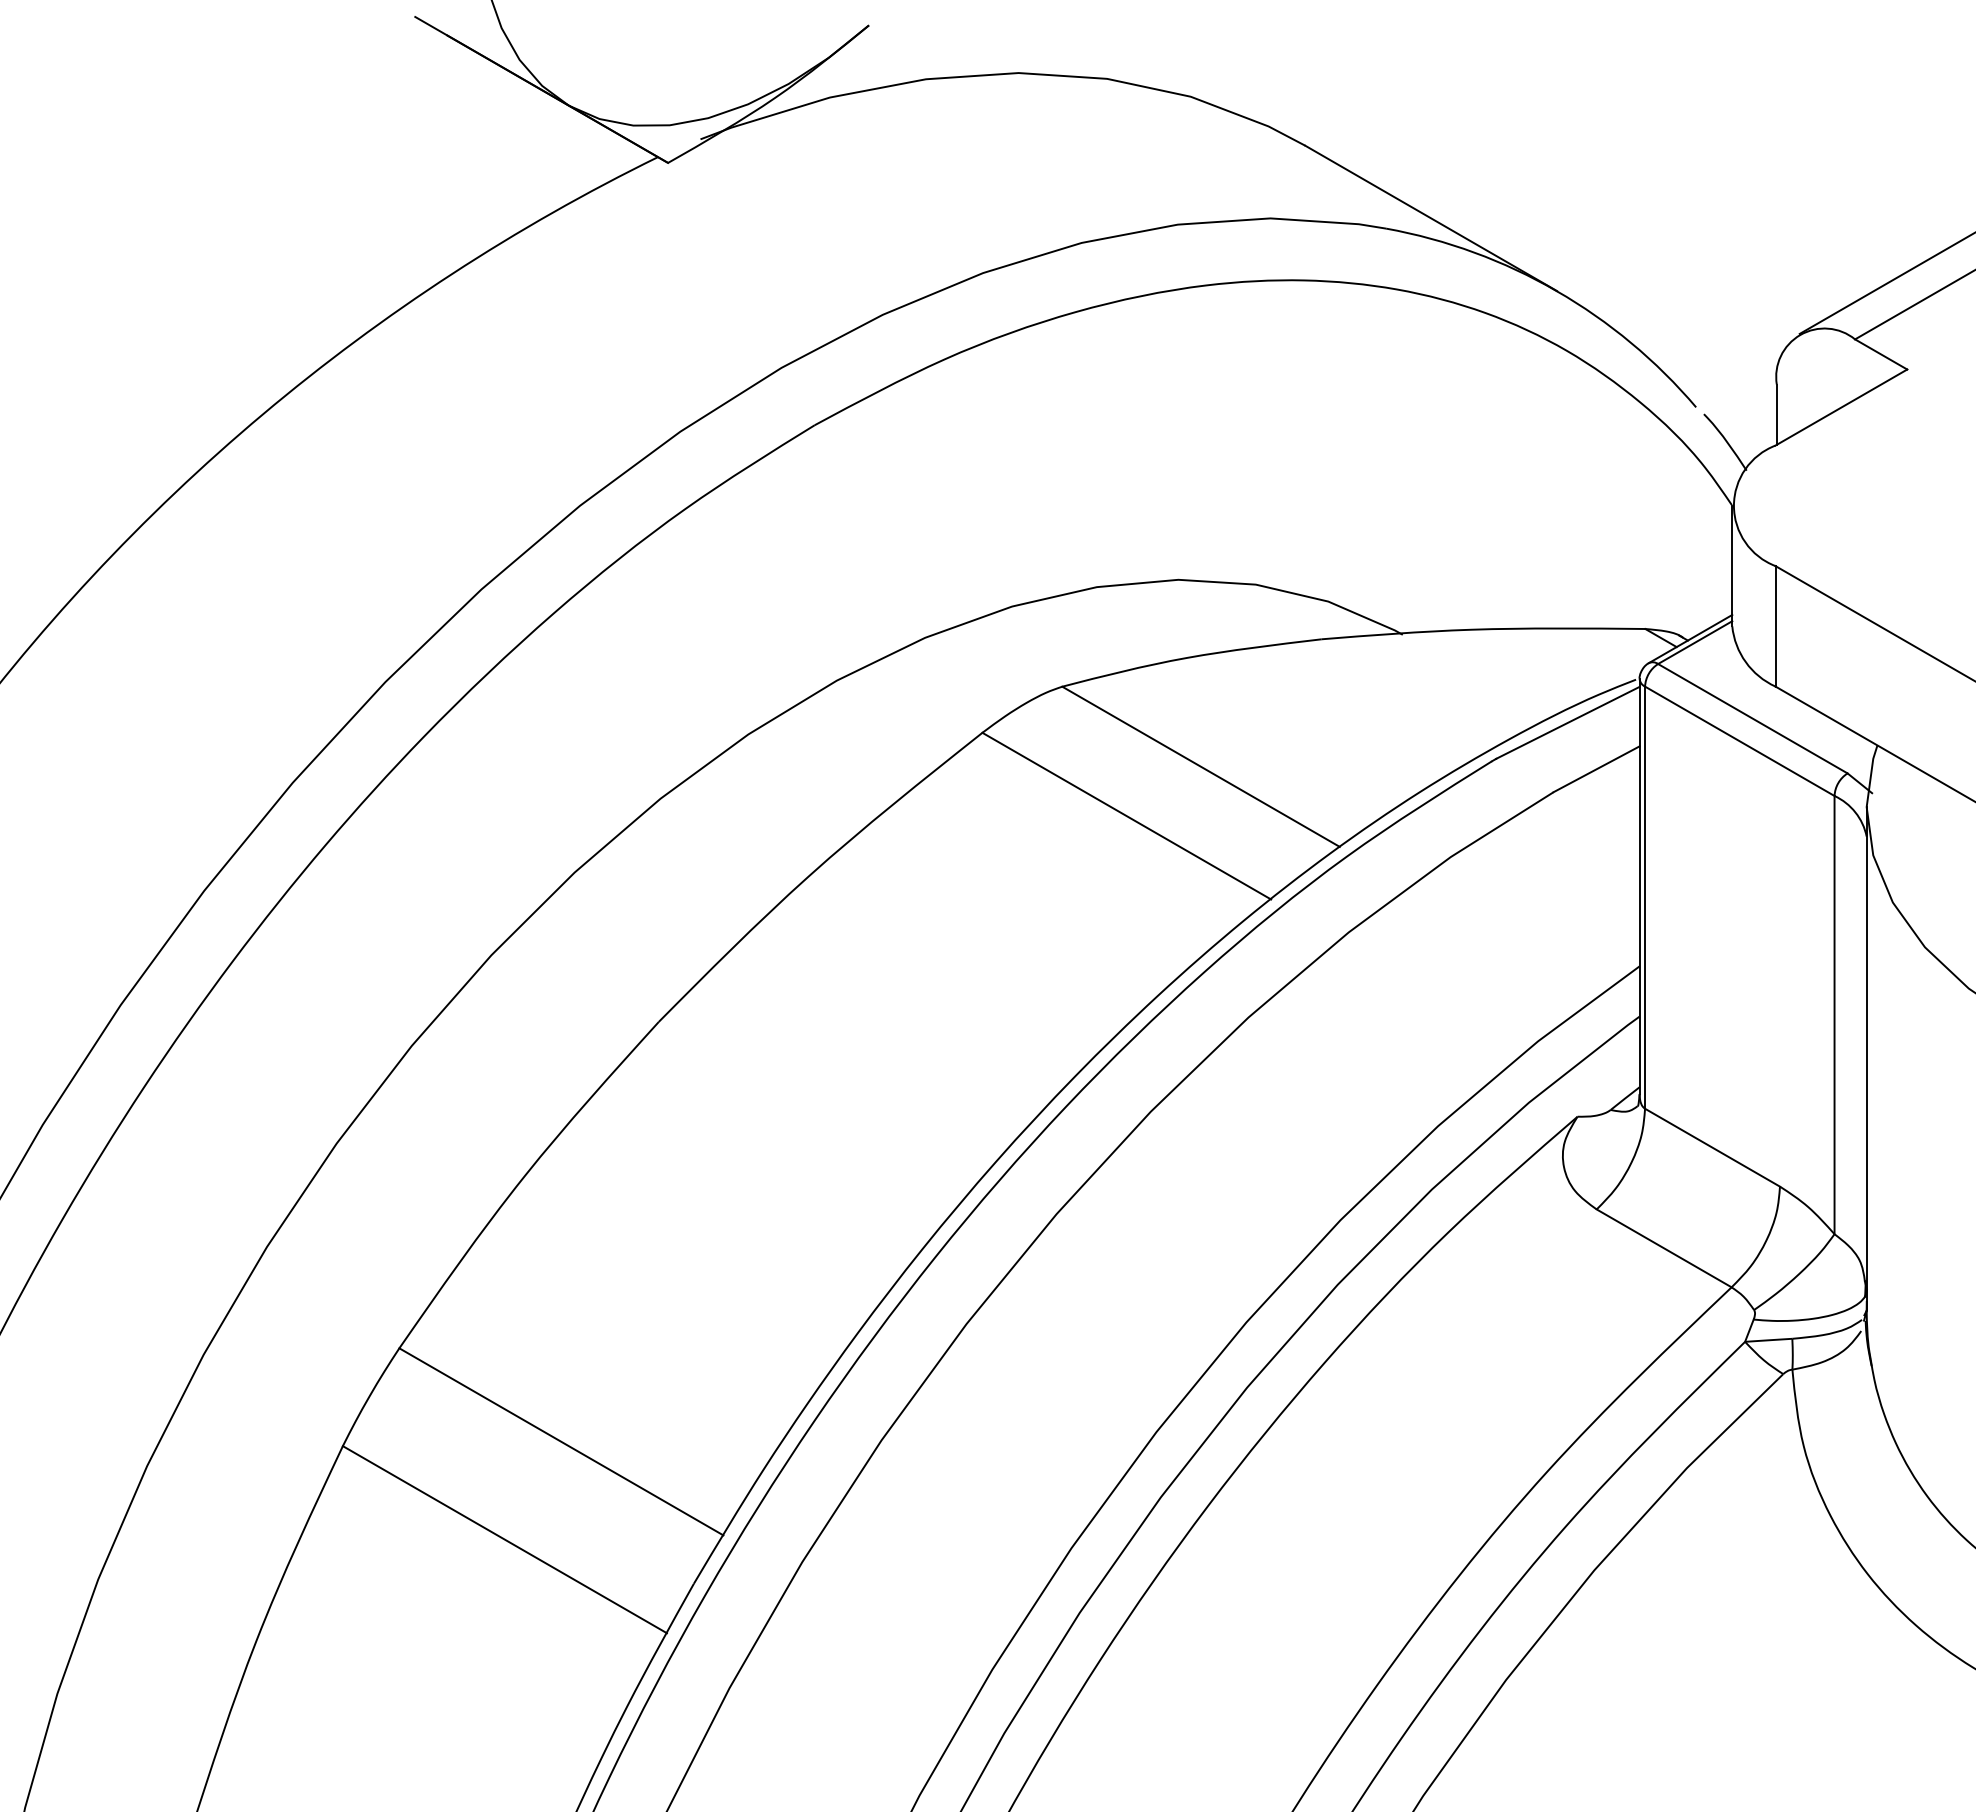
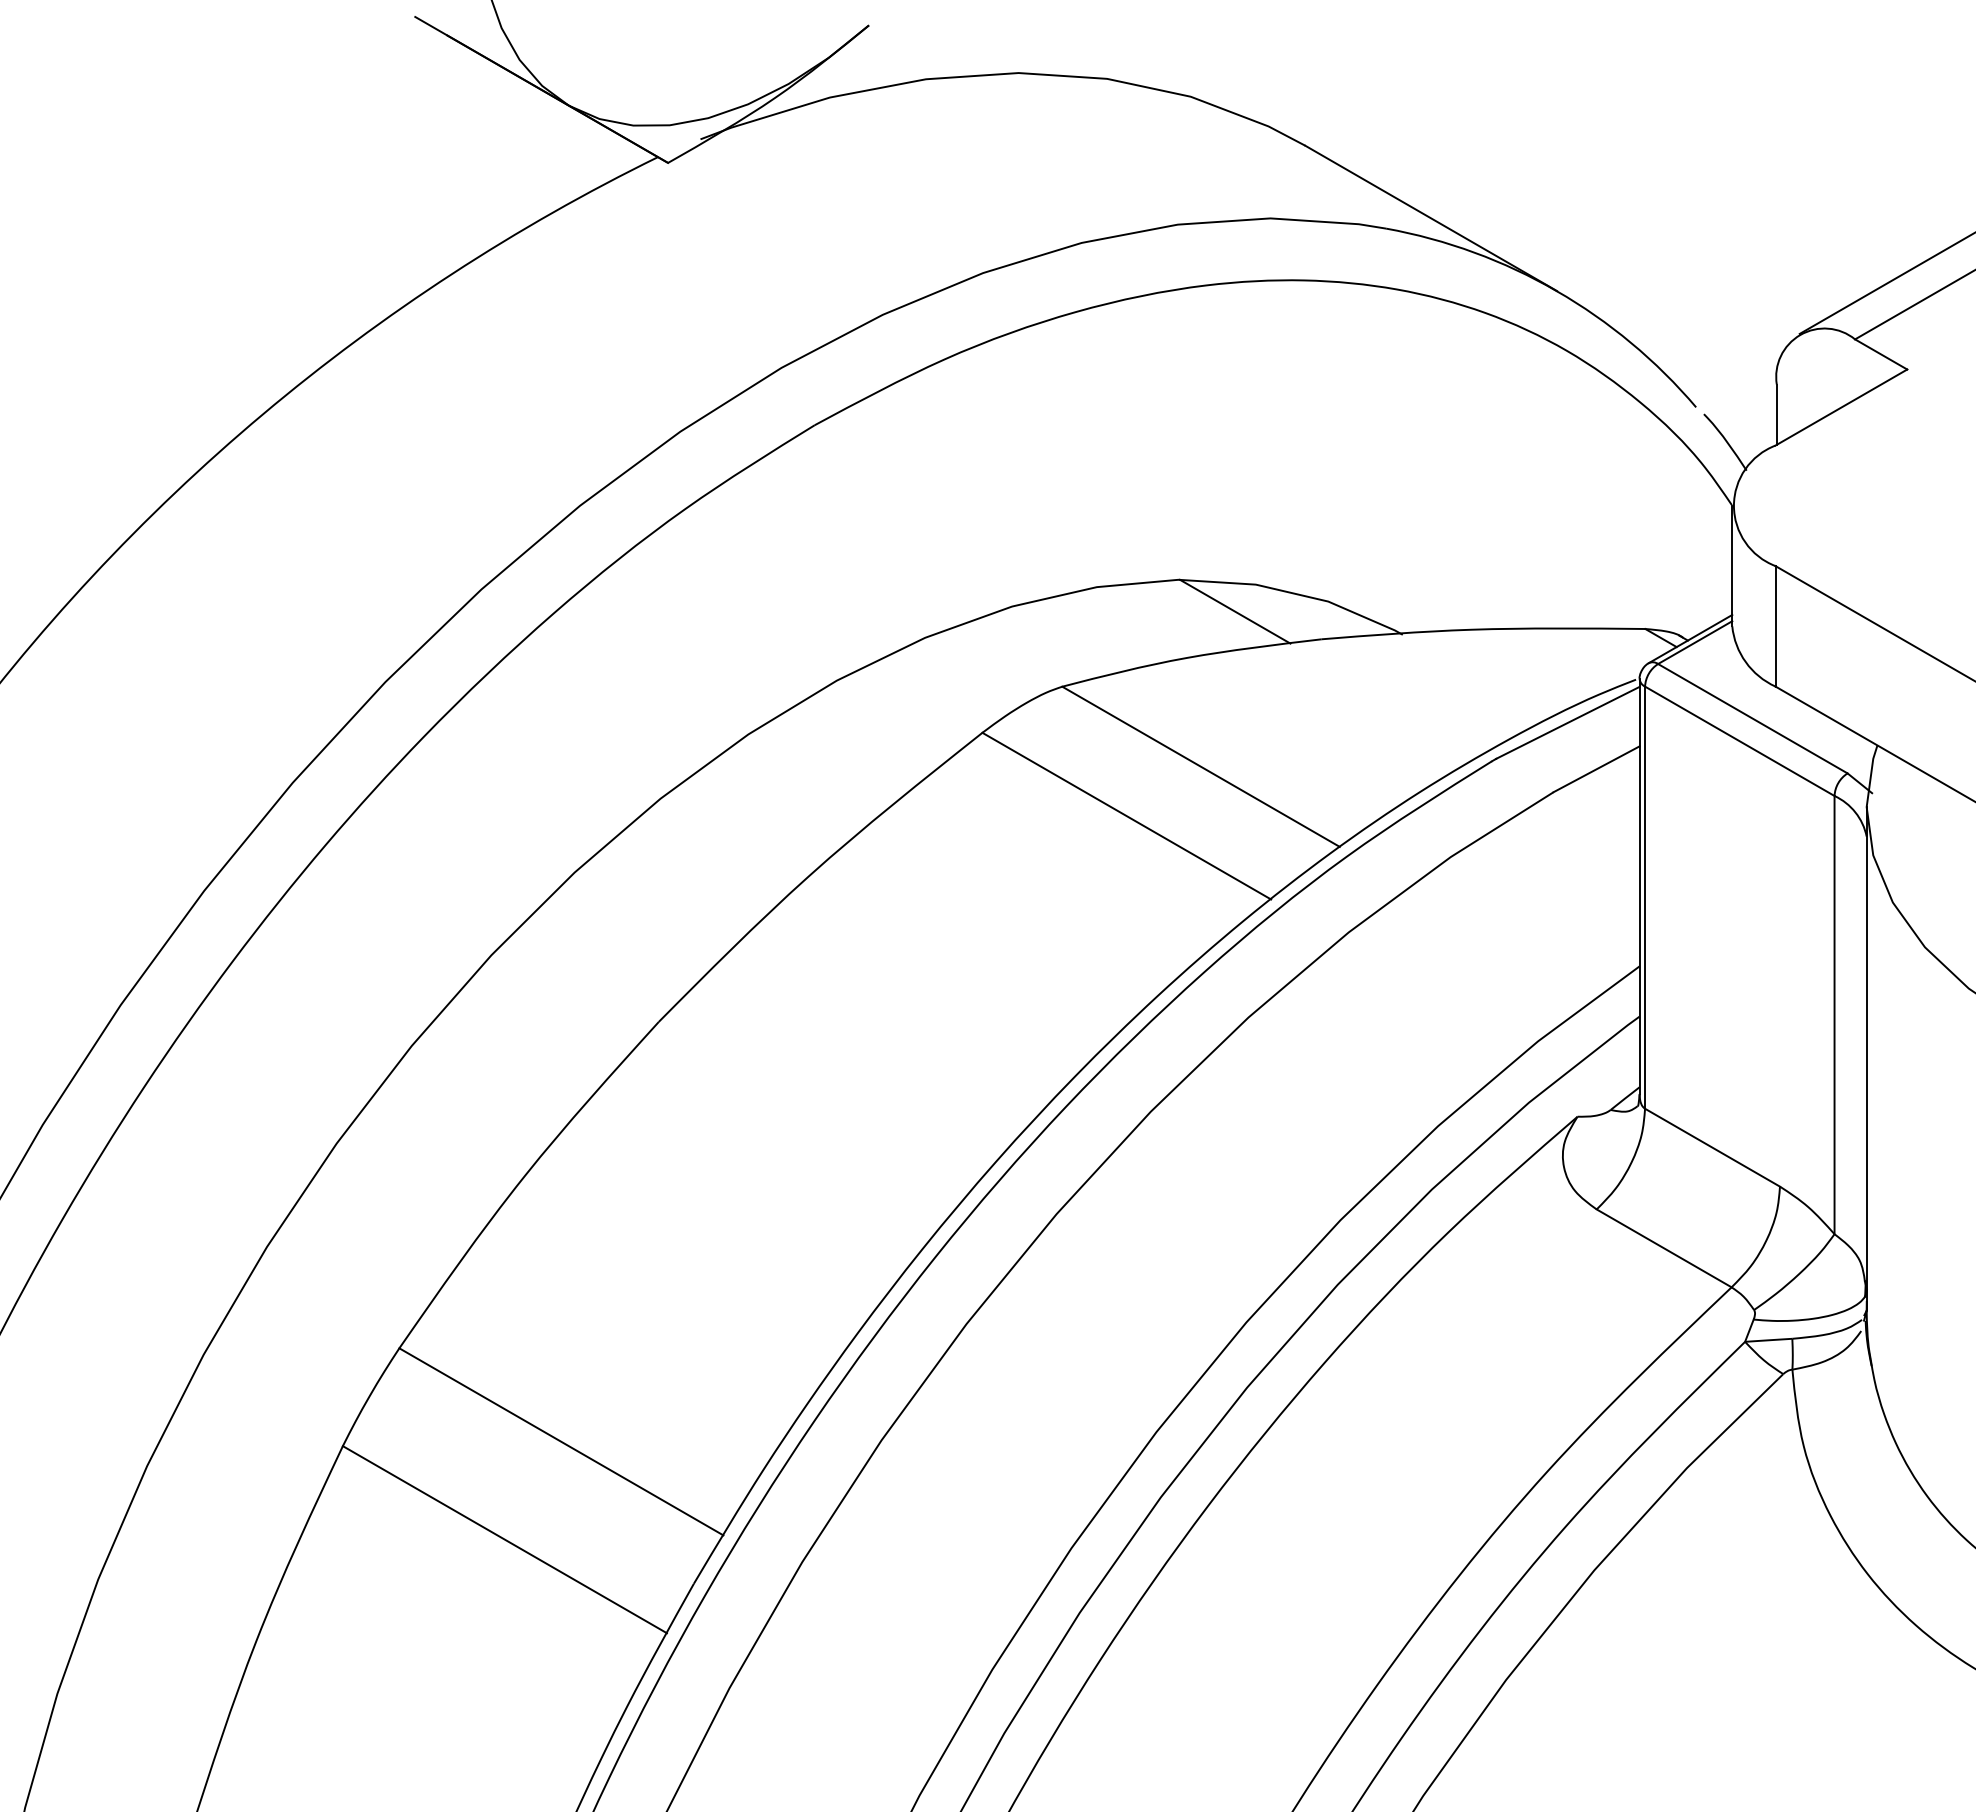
line at (1234, 611): none -> present
